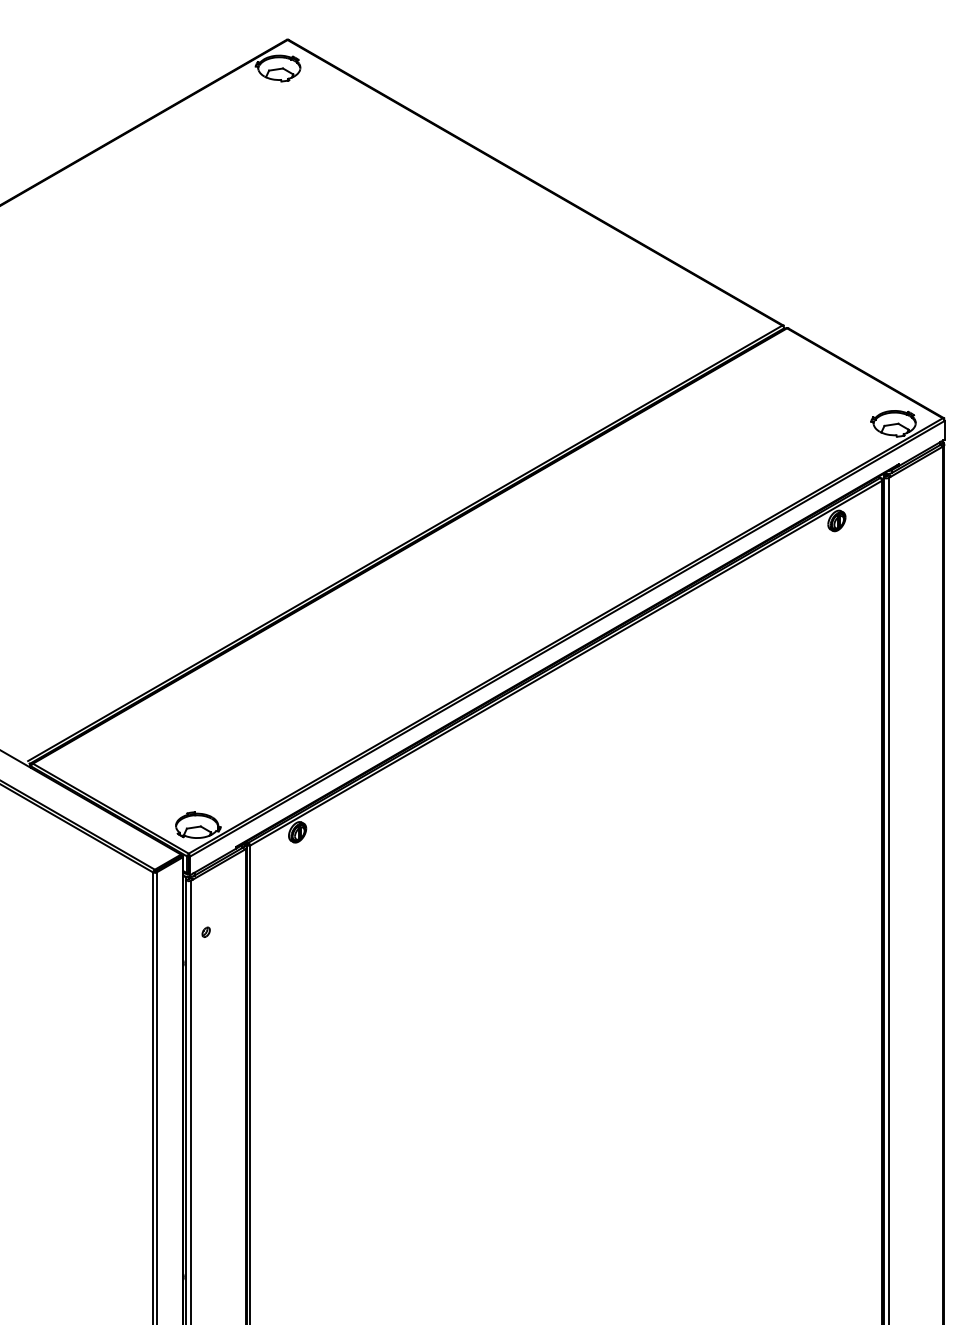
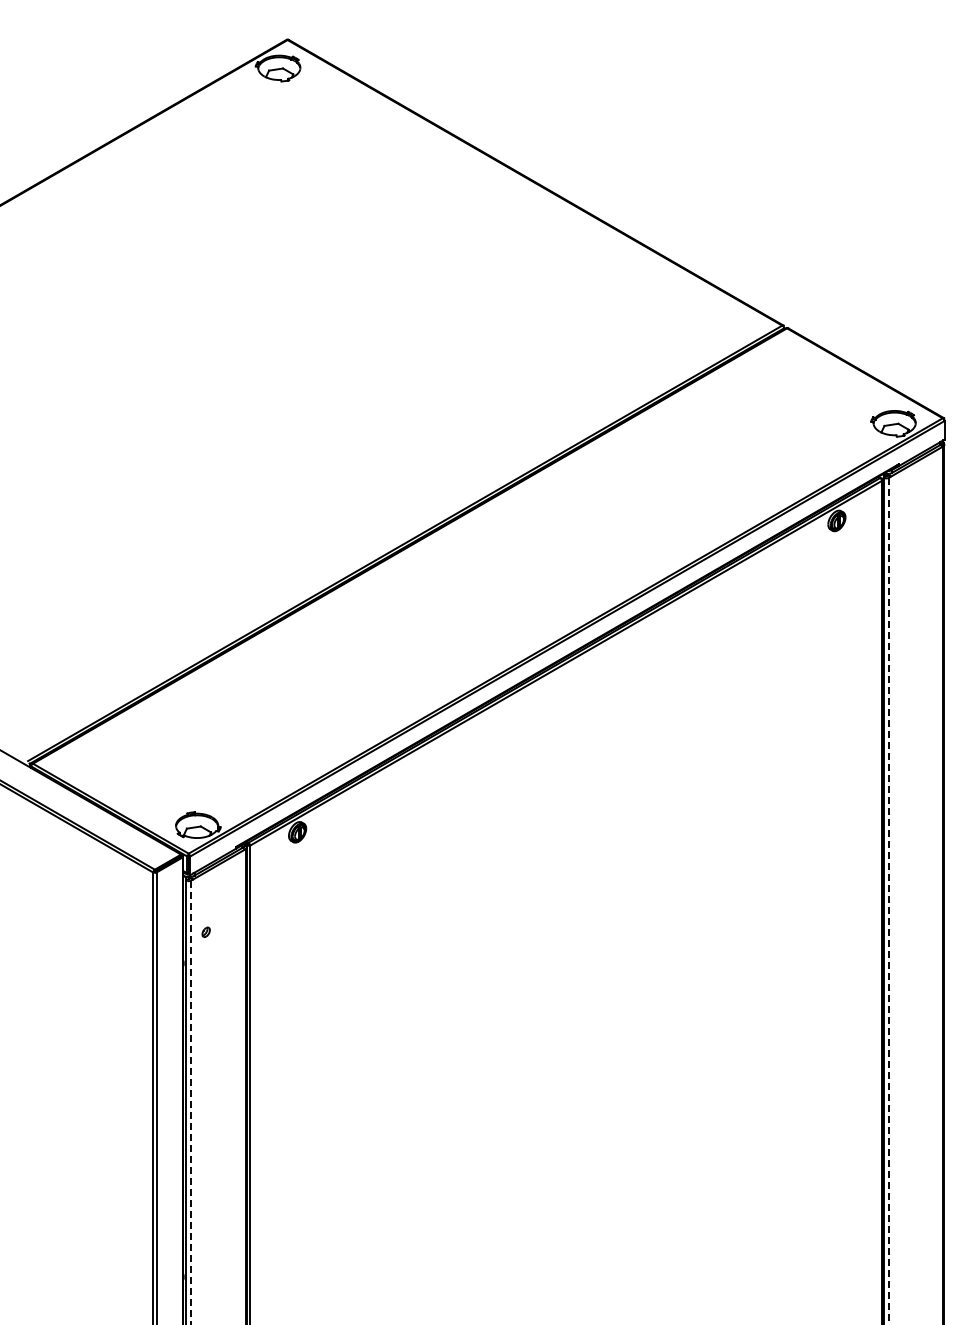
line at (889, 901): solid -> dashed
line at (191, 1102): solid -> dashed
